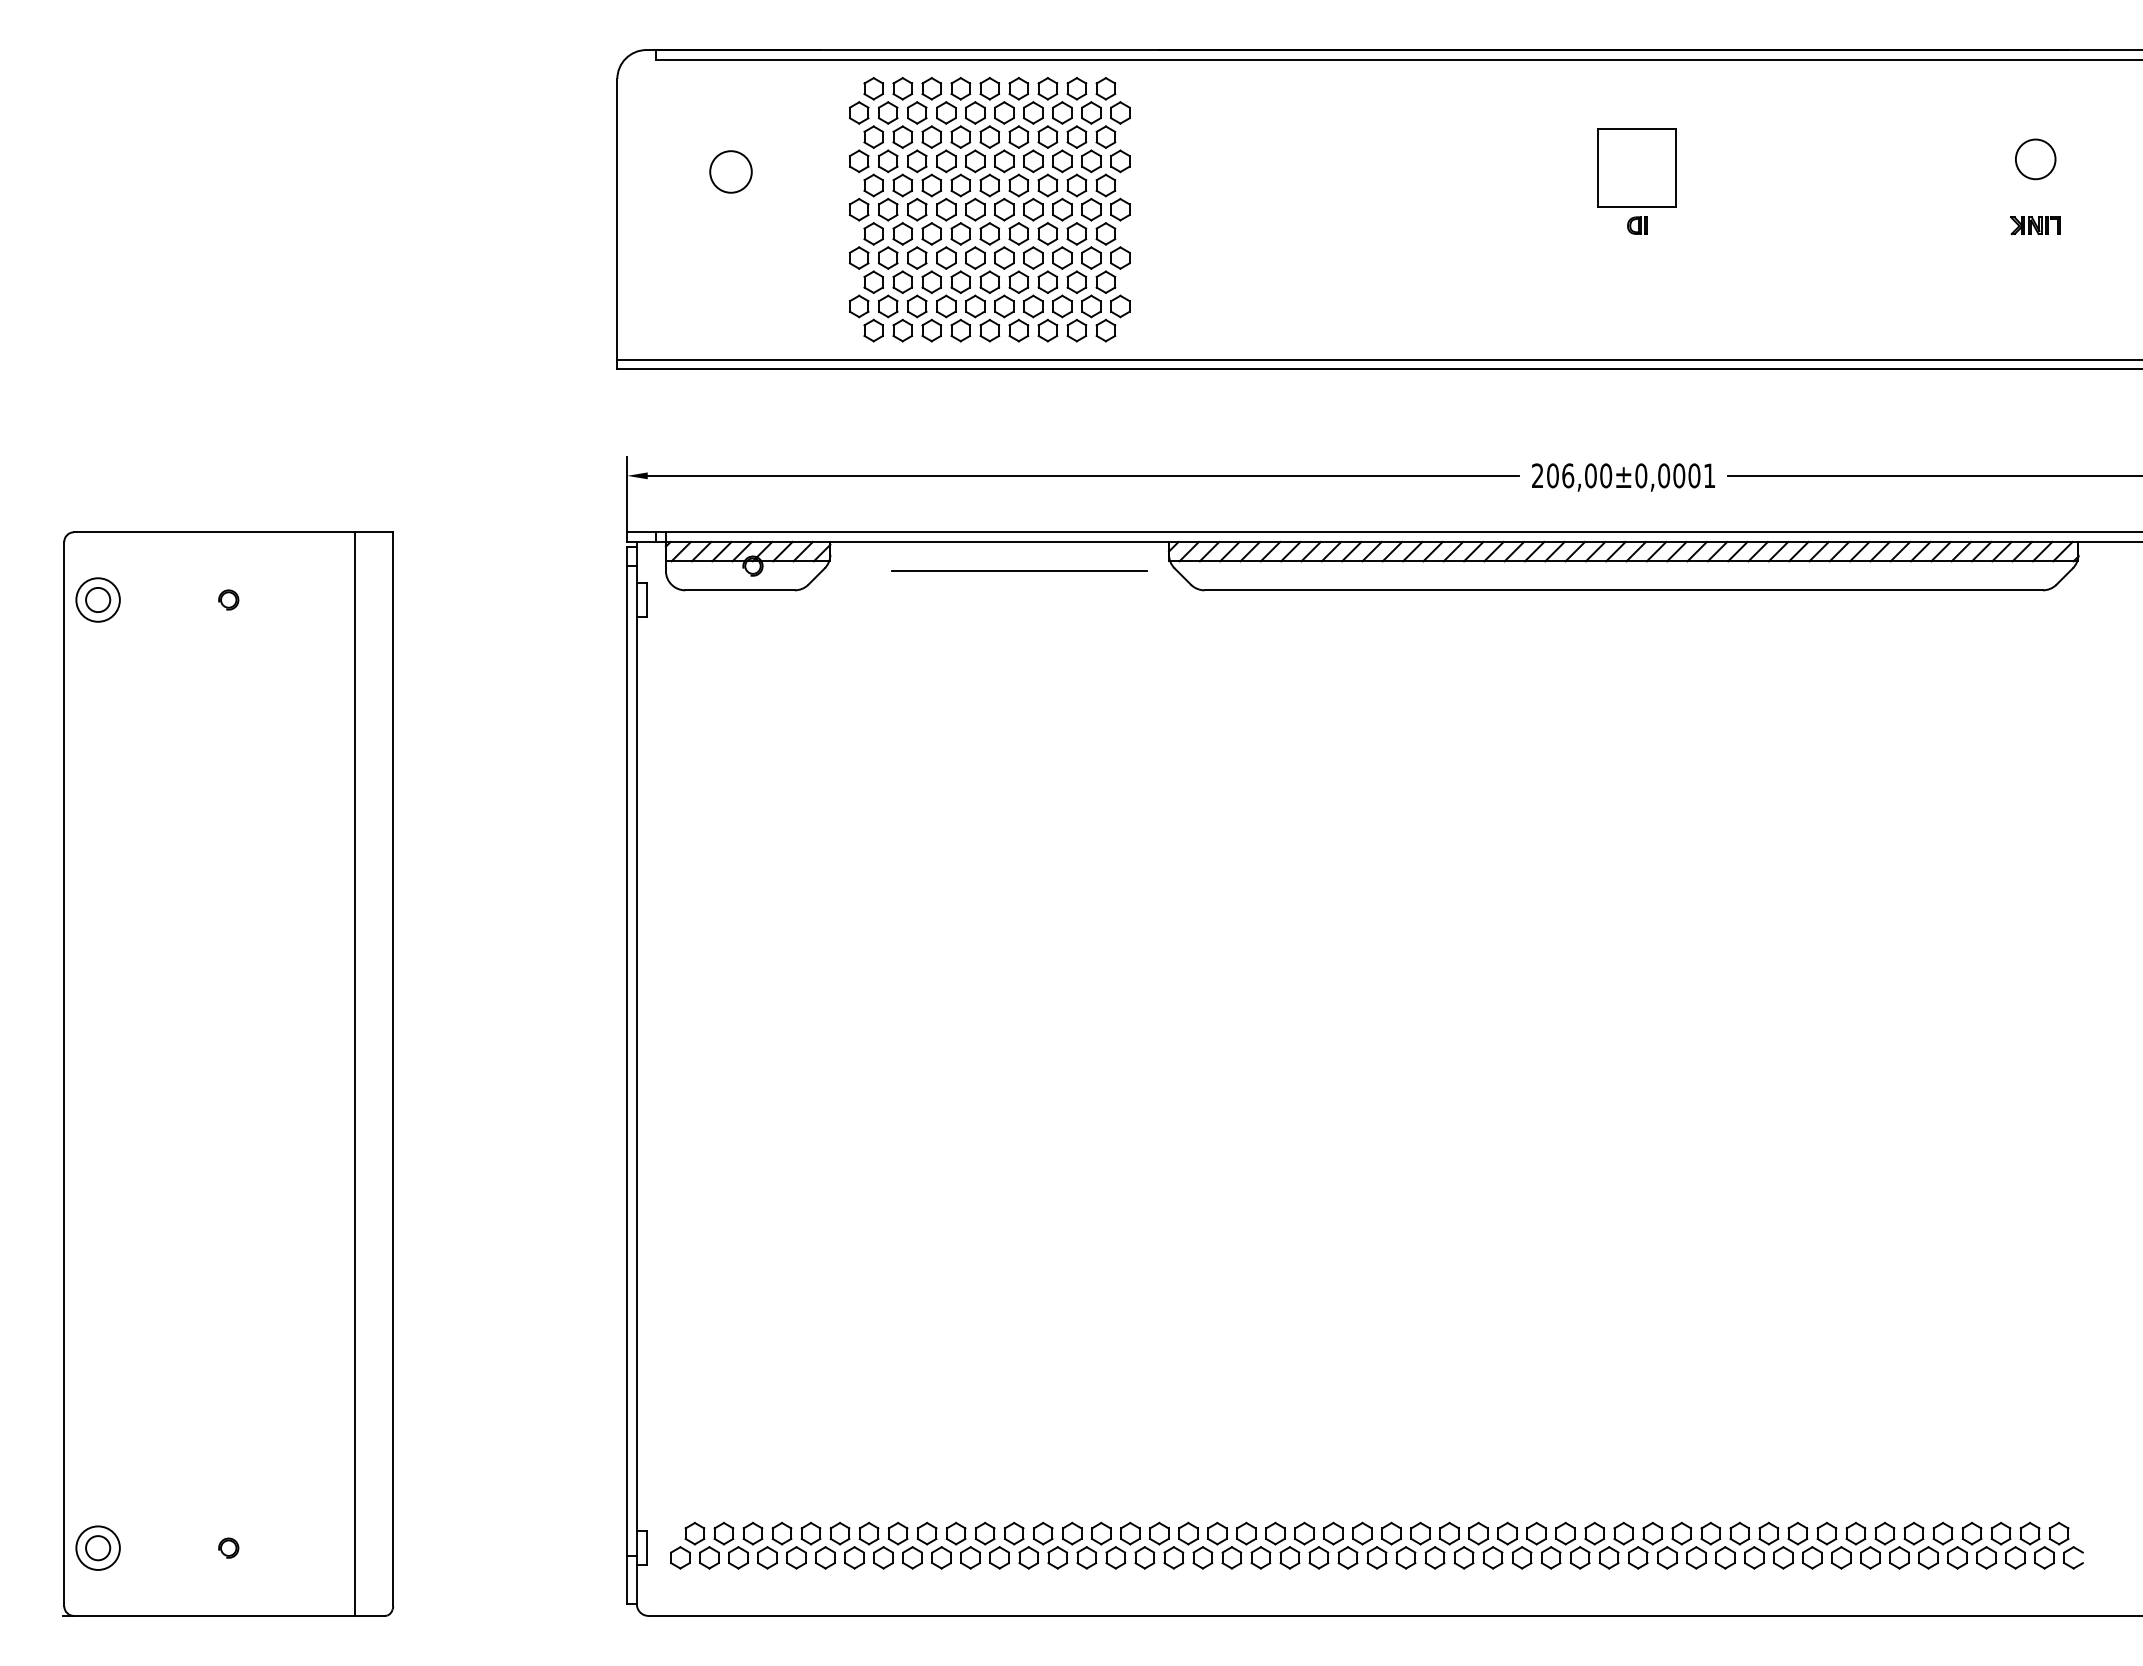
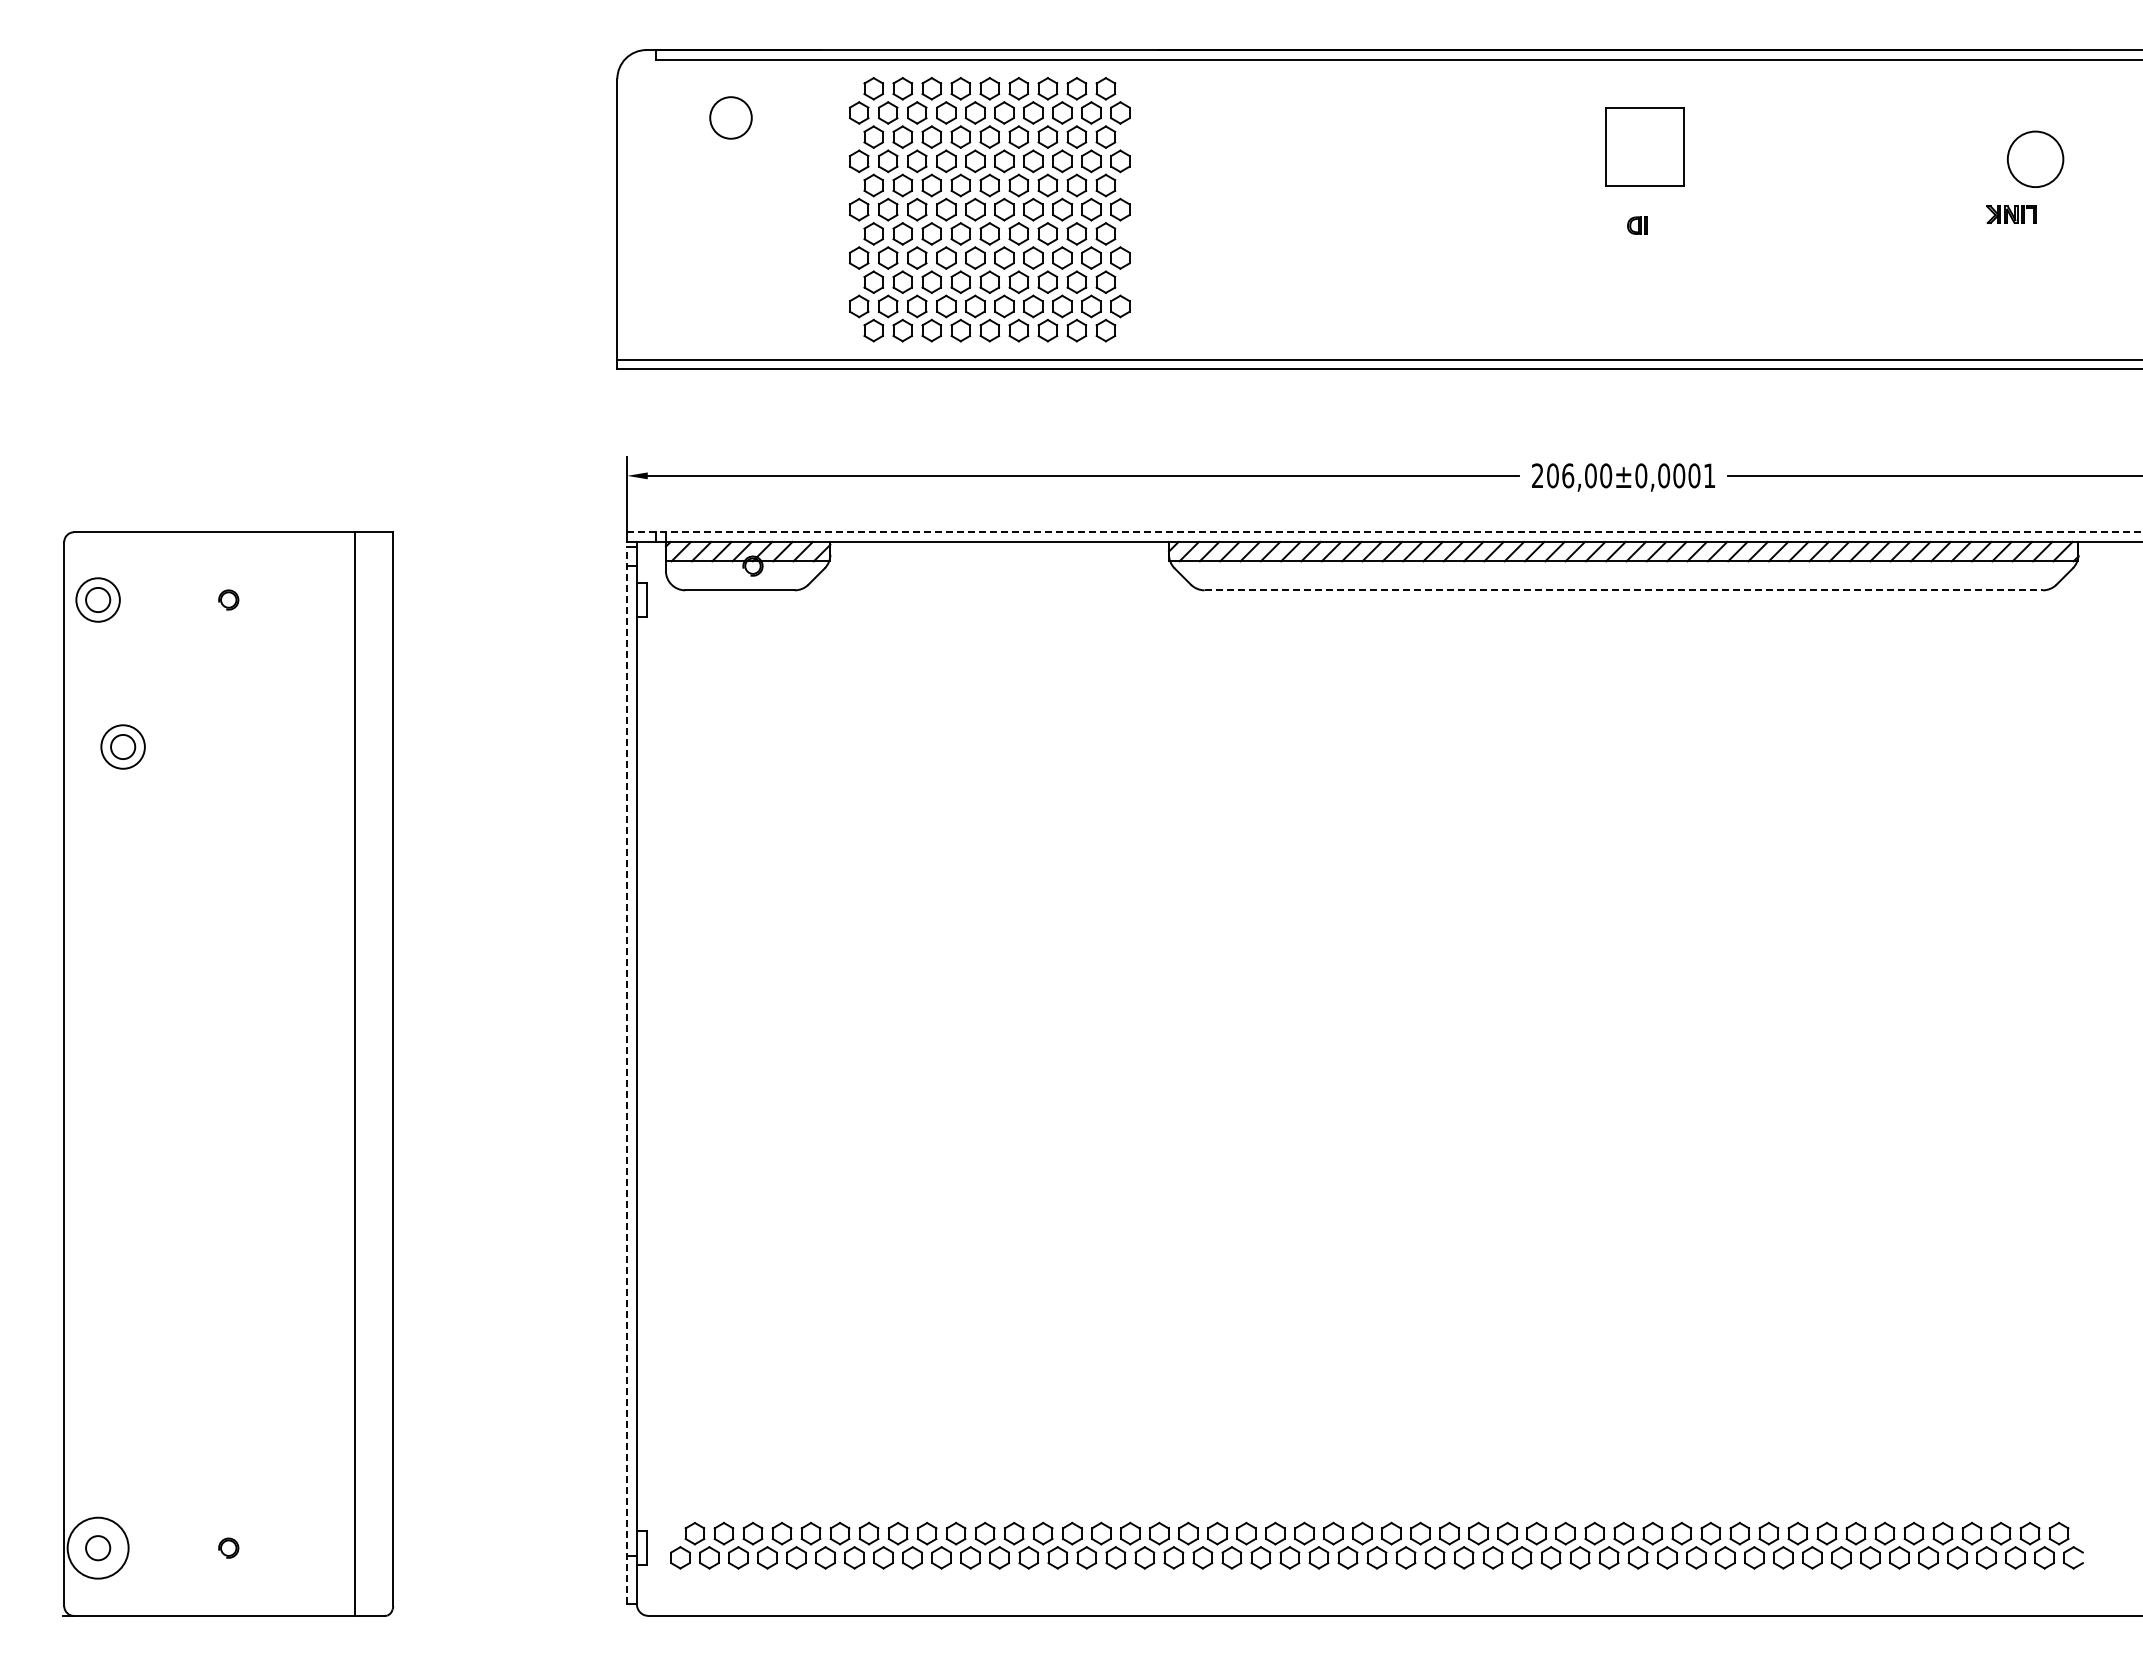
circle at (2035, 159) size: 42x43 px -> 58x58 px
part at (1636, 167) position: (1636, 167) -> (1644, 146)
circle at (730, 171) position: (730, 171) -> (730, 117)
part at (2035, 225) position: (2035, 225) -> (2011, 214)
line at (1384, 532): solid -> dashed
line at (1018, 571): present -> none
line at (1624, 590): solid -> dashed
part at (122, 746): none -> present
line at (627, 1075): solid -> dashed
circle at (97, 1547) diameter: 44 px -> 61 px
